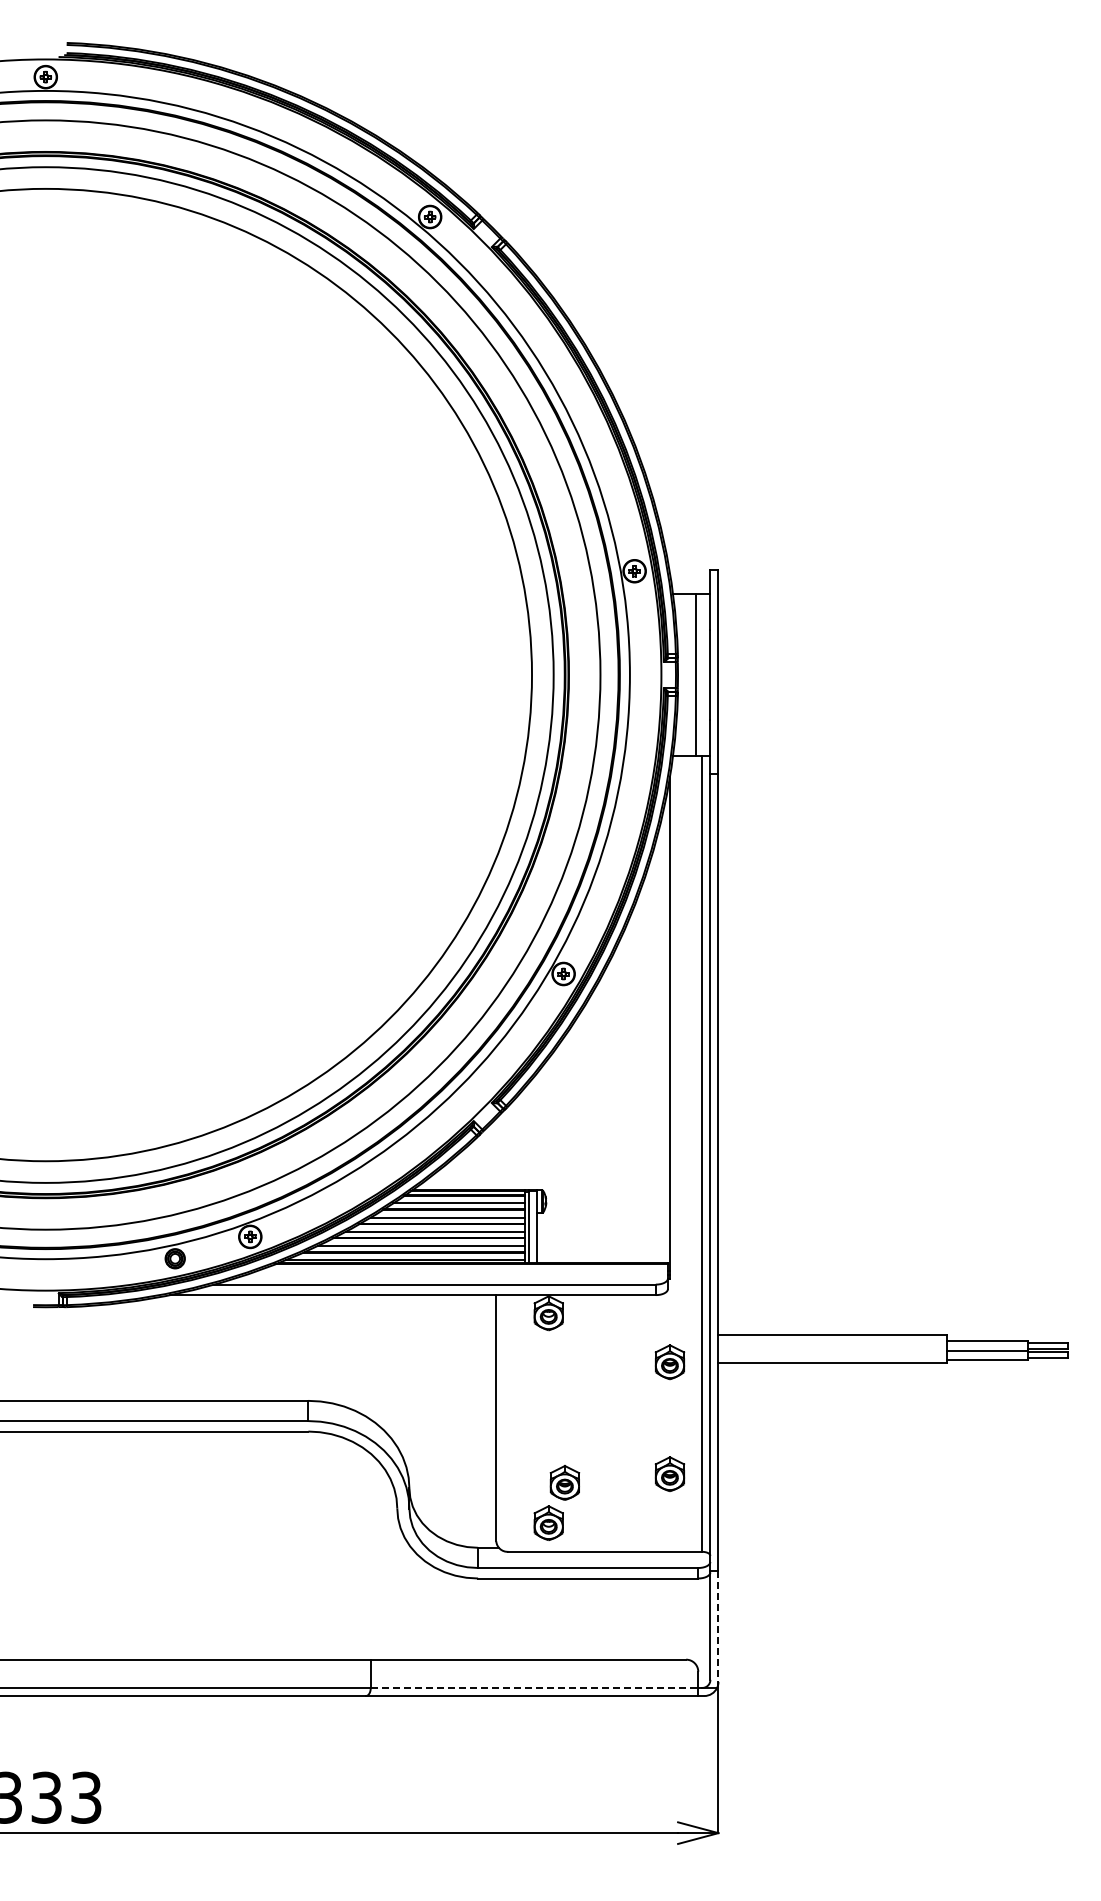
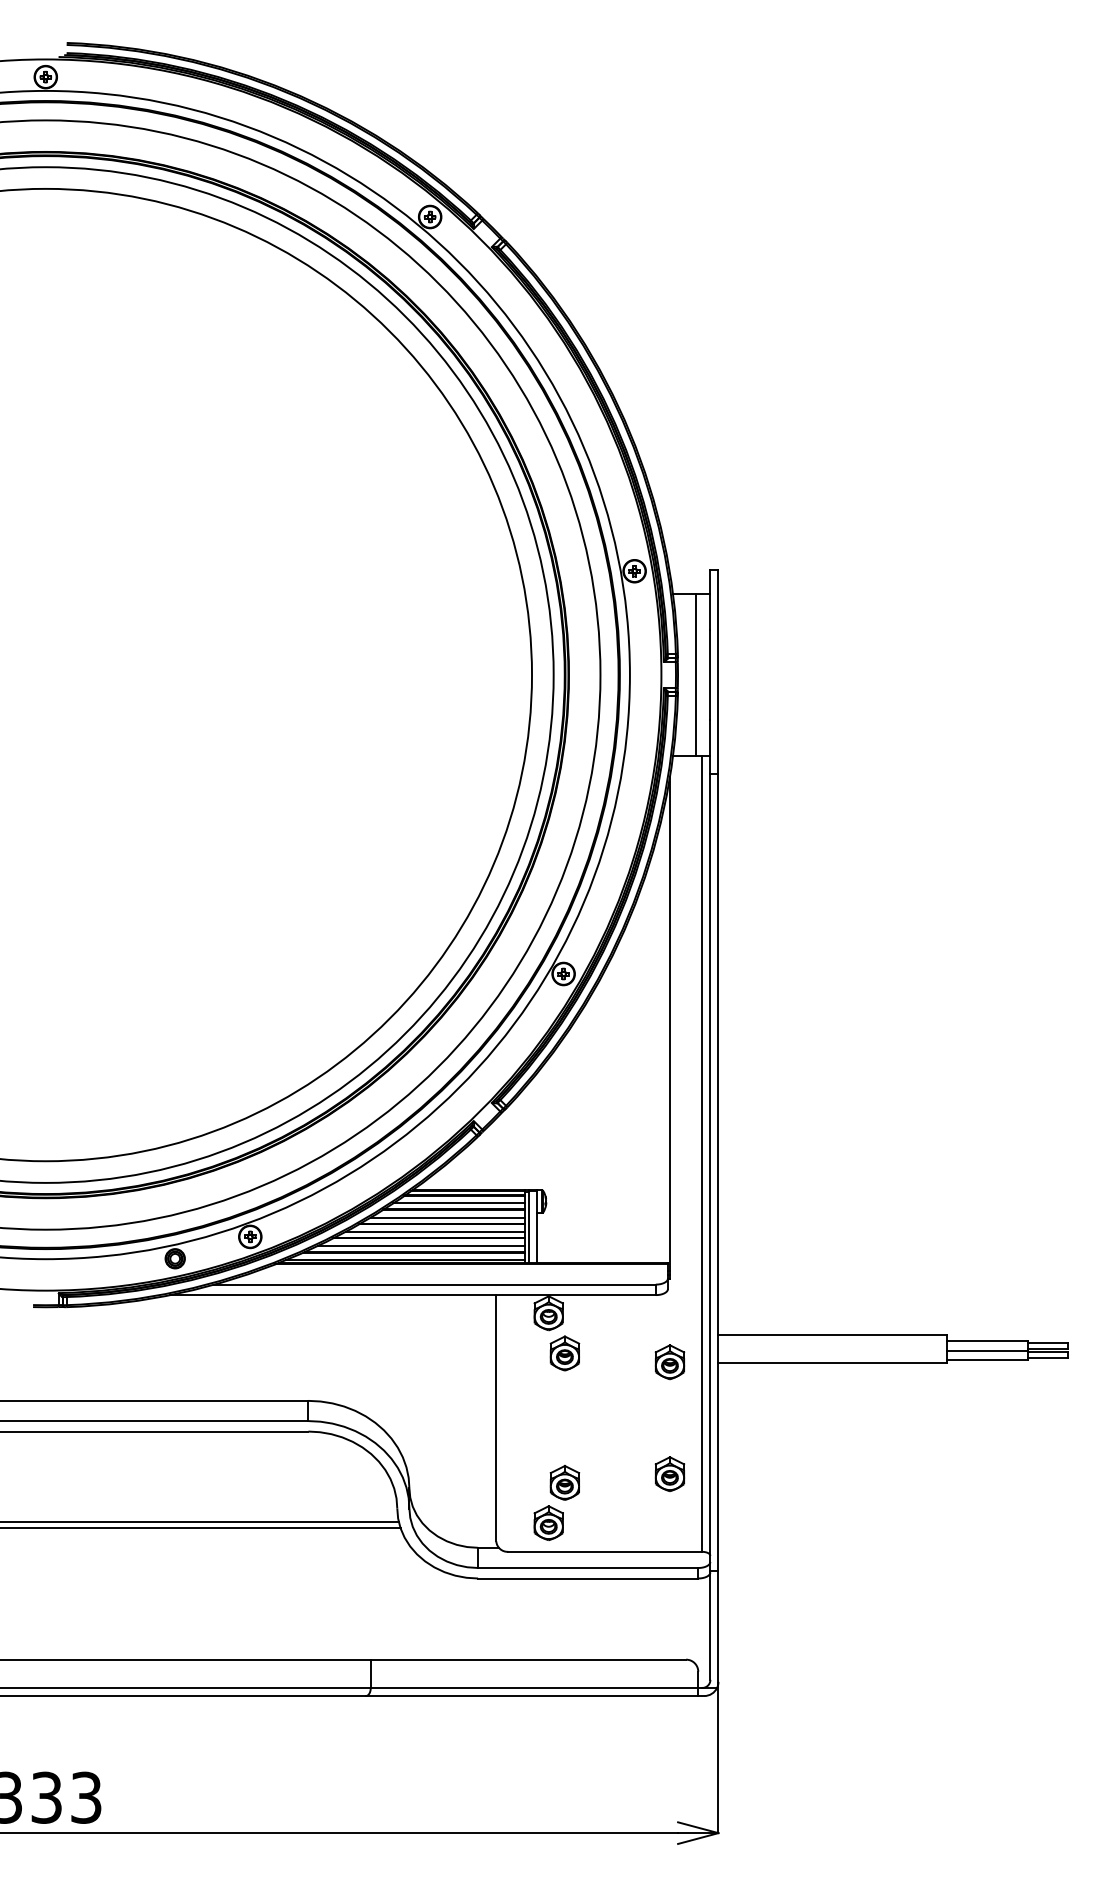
part at (564, 1353): none -> present
line at (200, 1521): none -> present
line at (201, 1528): none -> present
line at (718, 1626): dashed -> solid
line at (534, 1687): dashed -> solid
